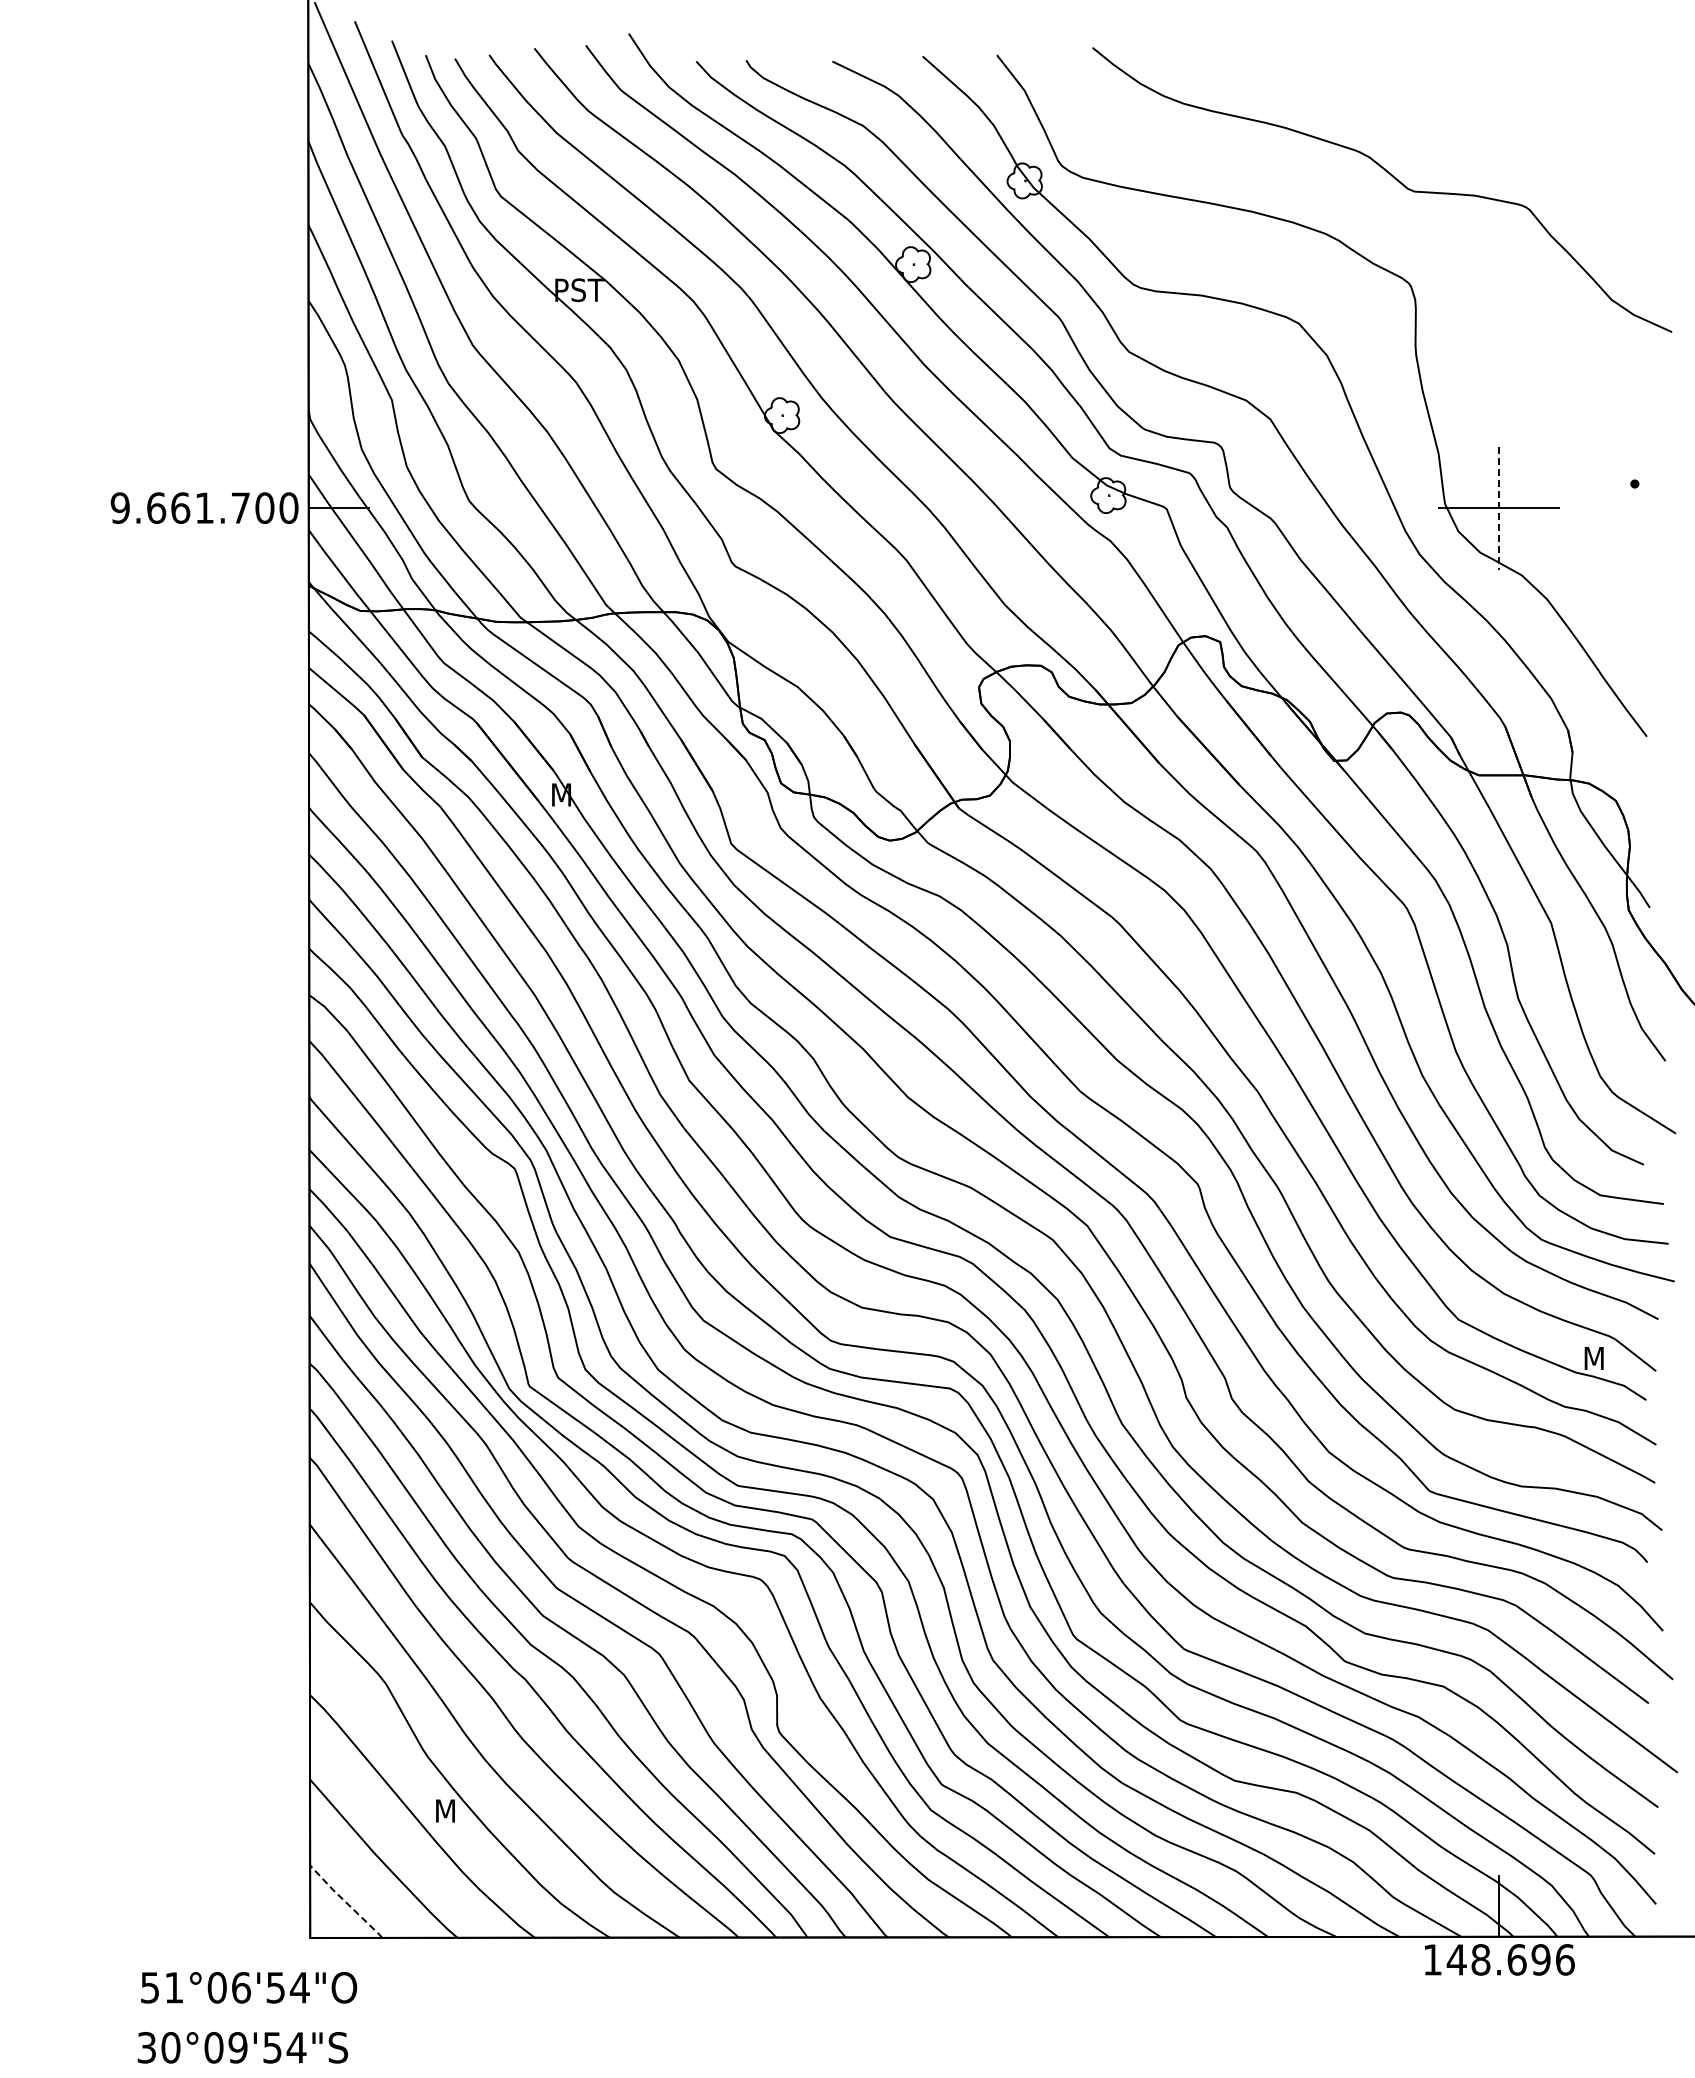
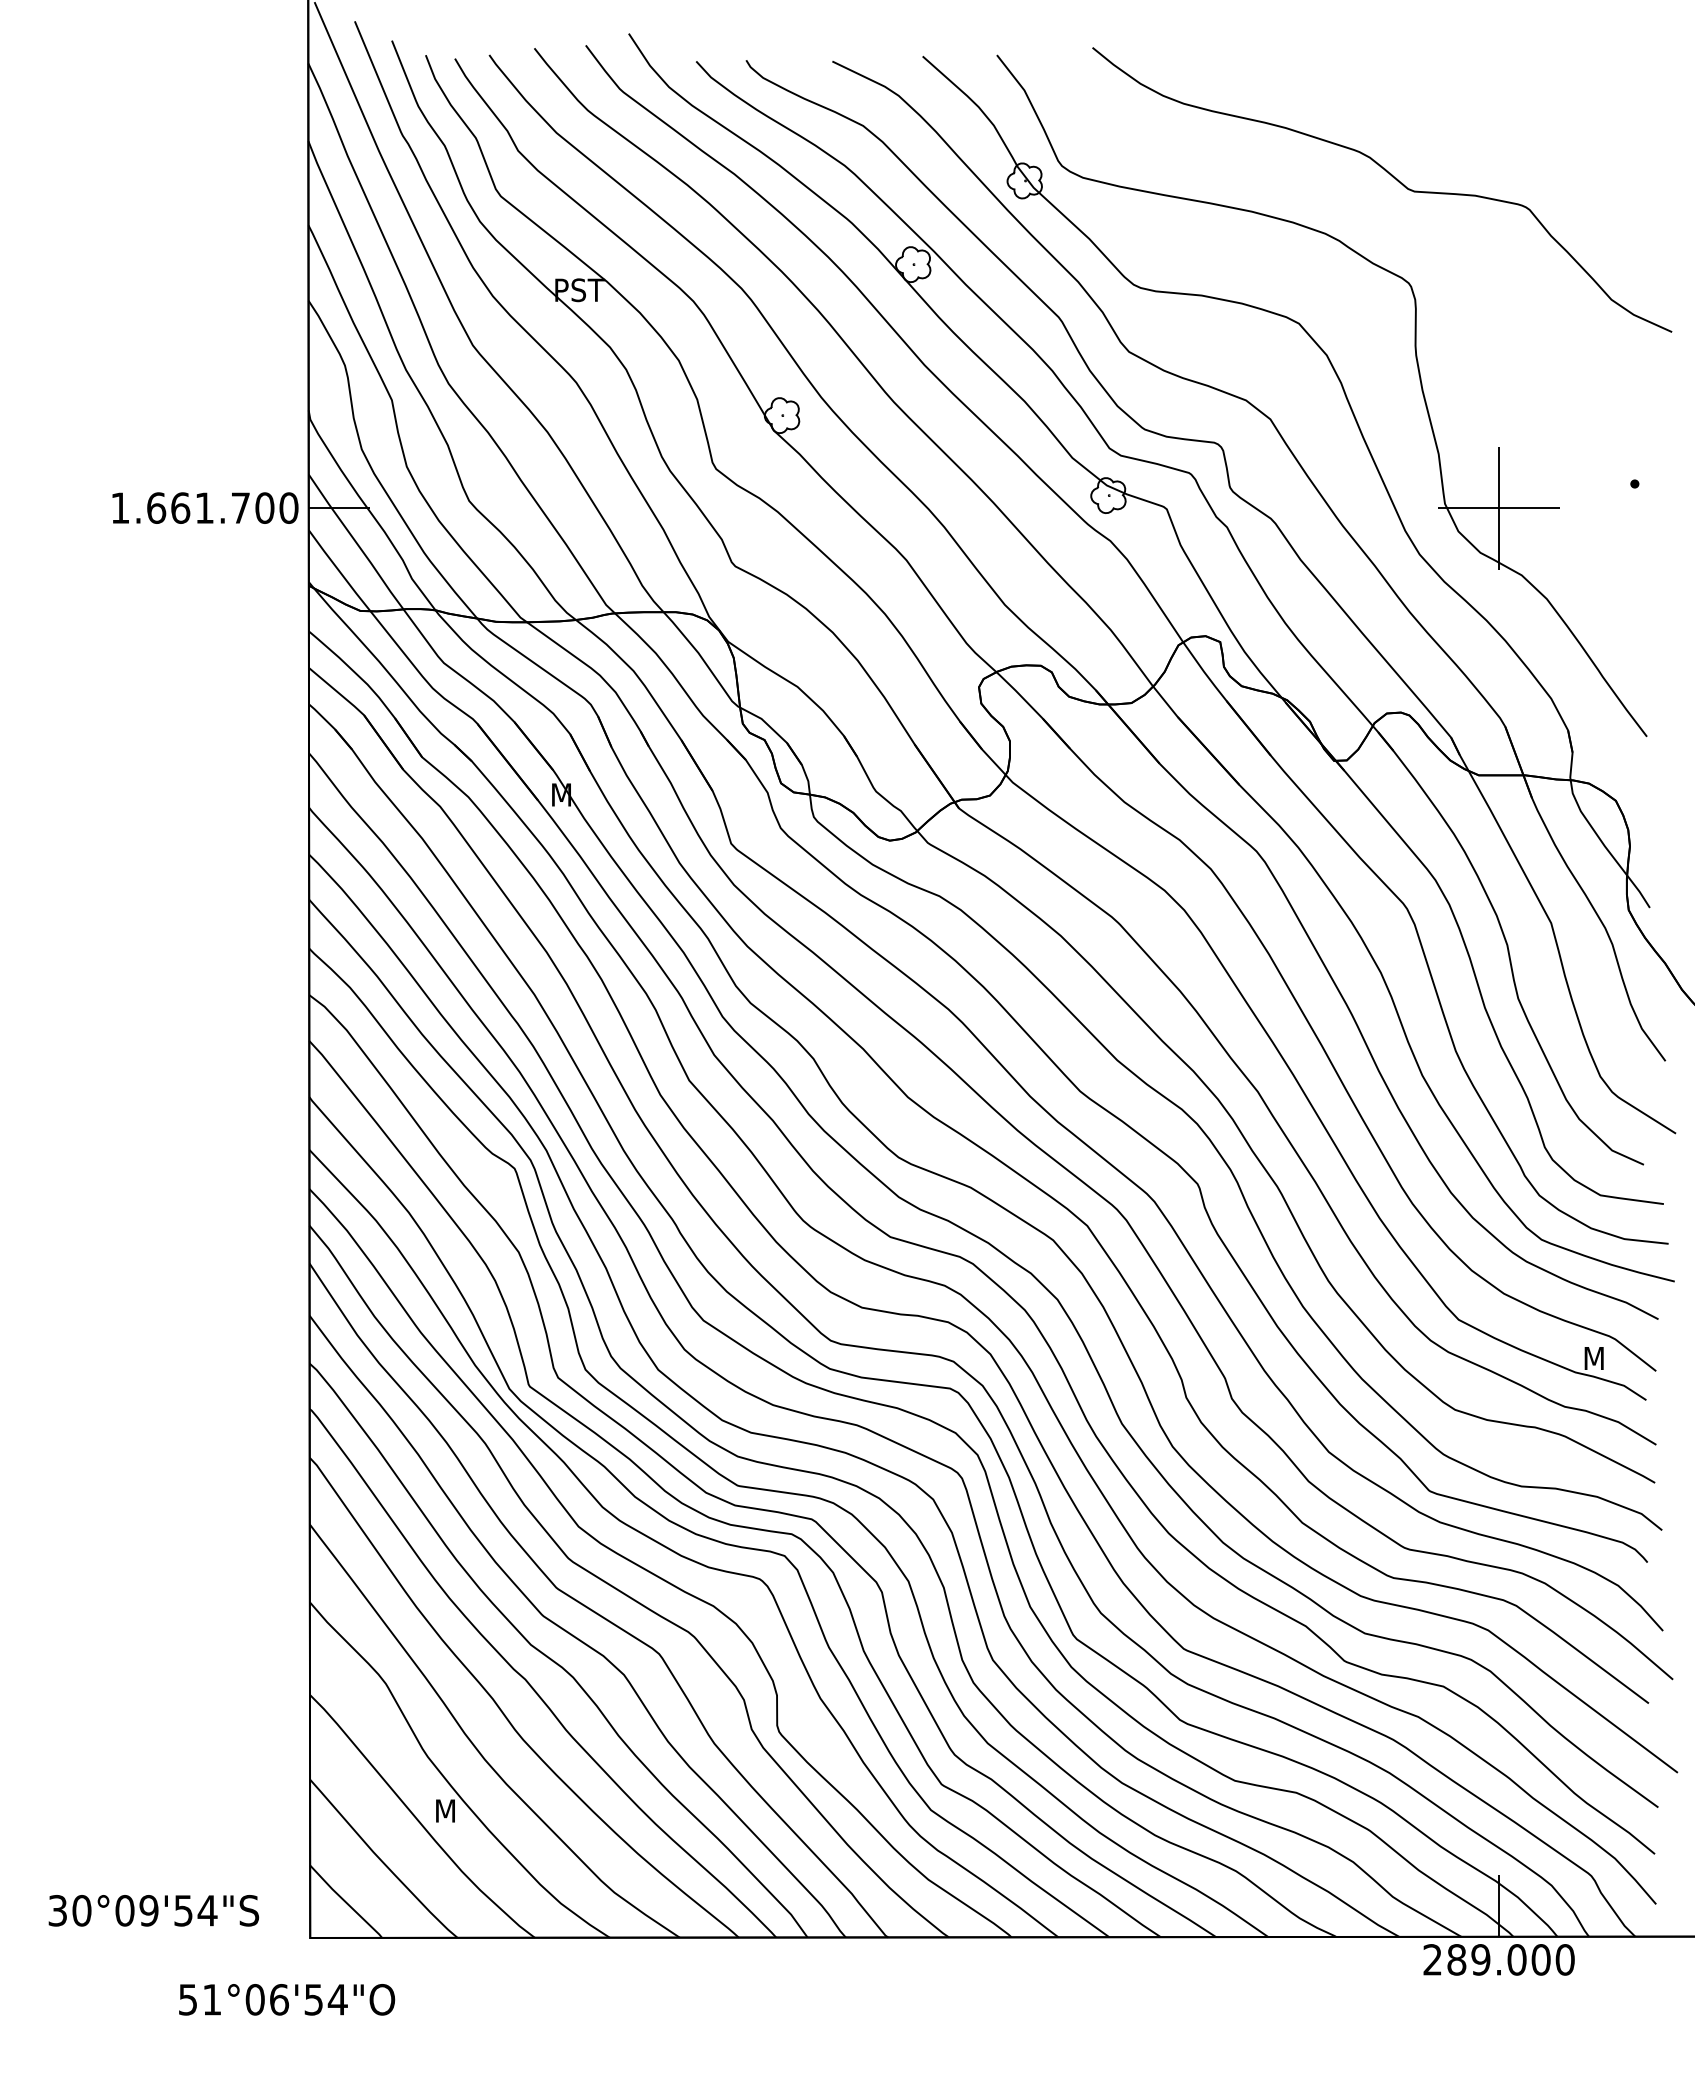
text at (119, 507): 9.661.700 -> 1.661.700
line at (1499, 508): dashed -> solid
line at (345, 1902): dashed -> solid
text at (1498, 1959): 148.696 -> 289.000
text at (249, 1987) position: (249, 1987) -> (287, 1999)
text at (242, 2047) position: (242, 2047) -> (153, 1910)
